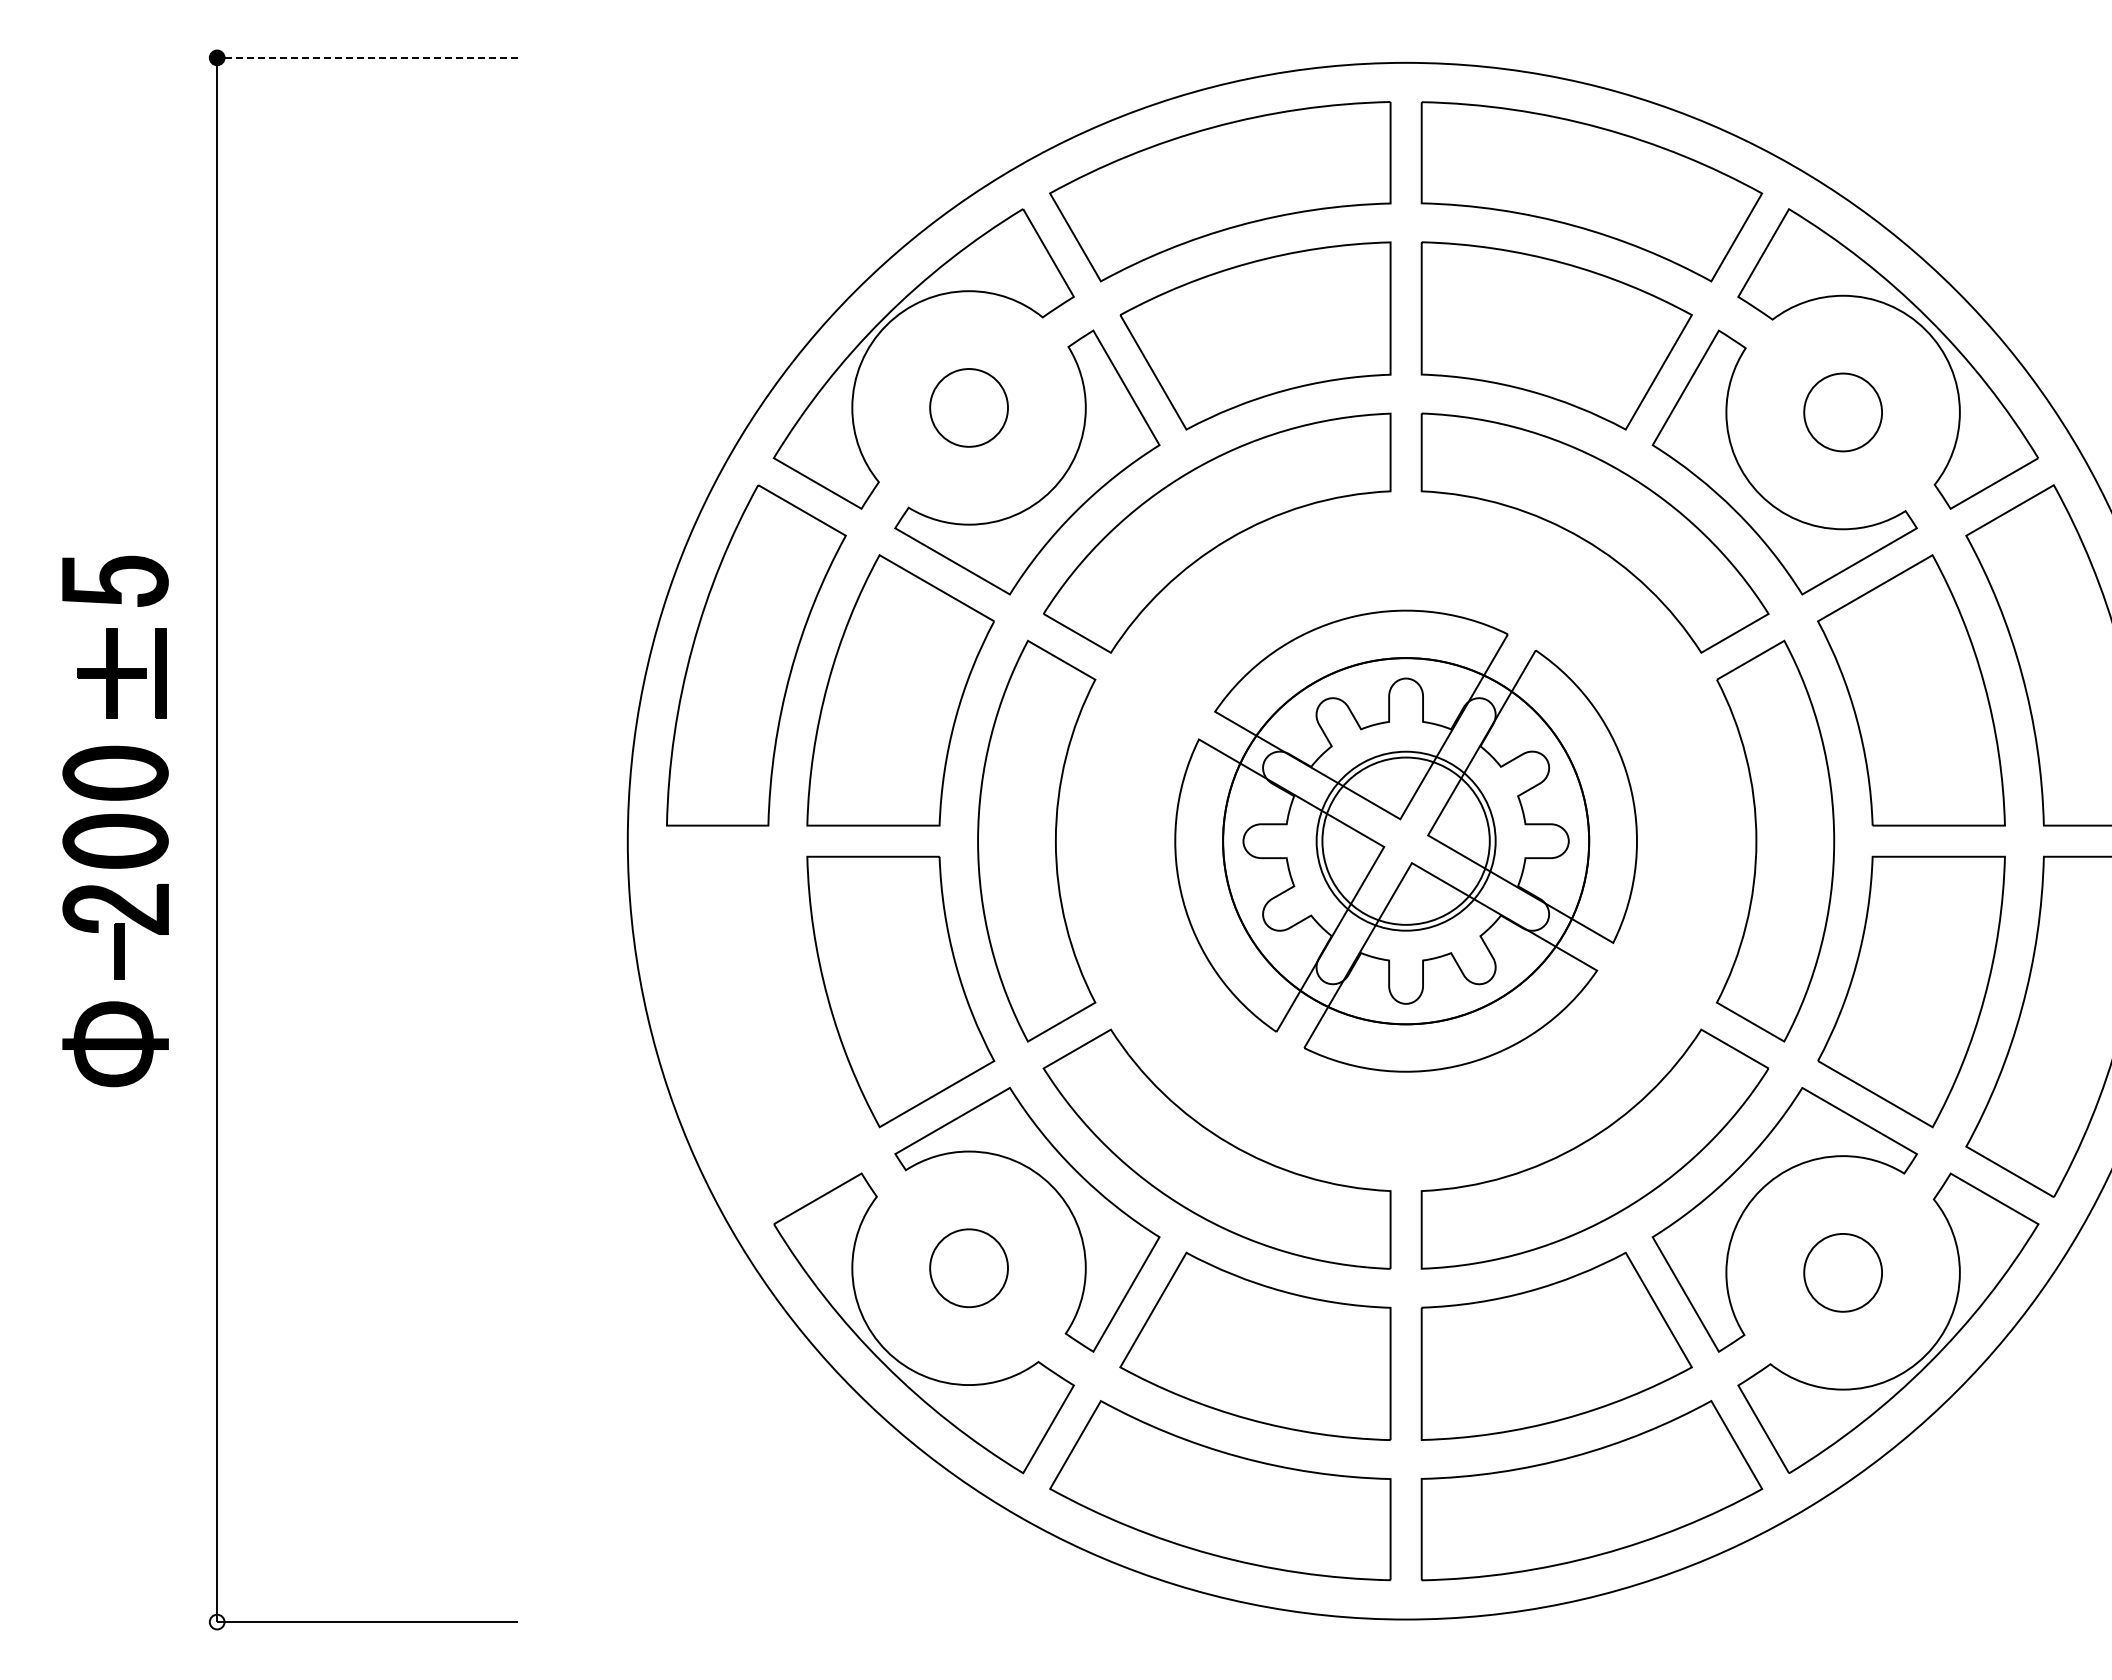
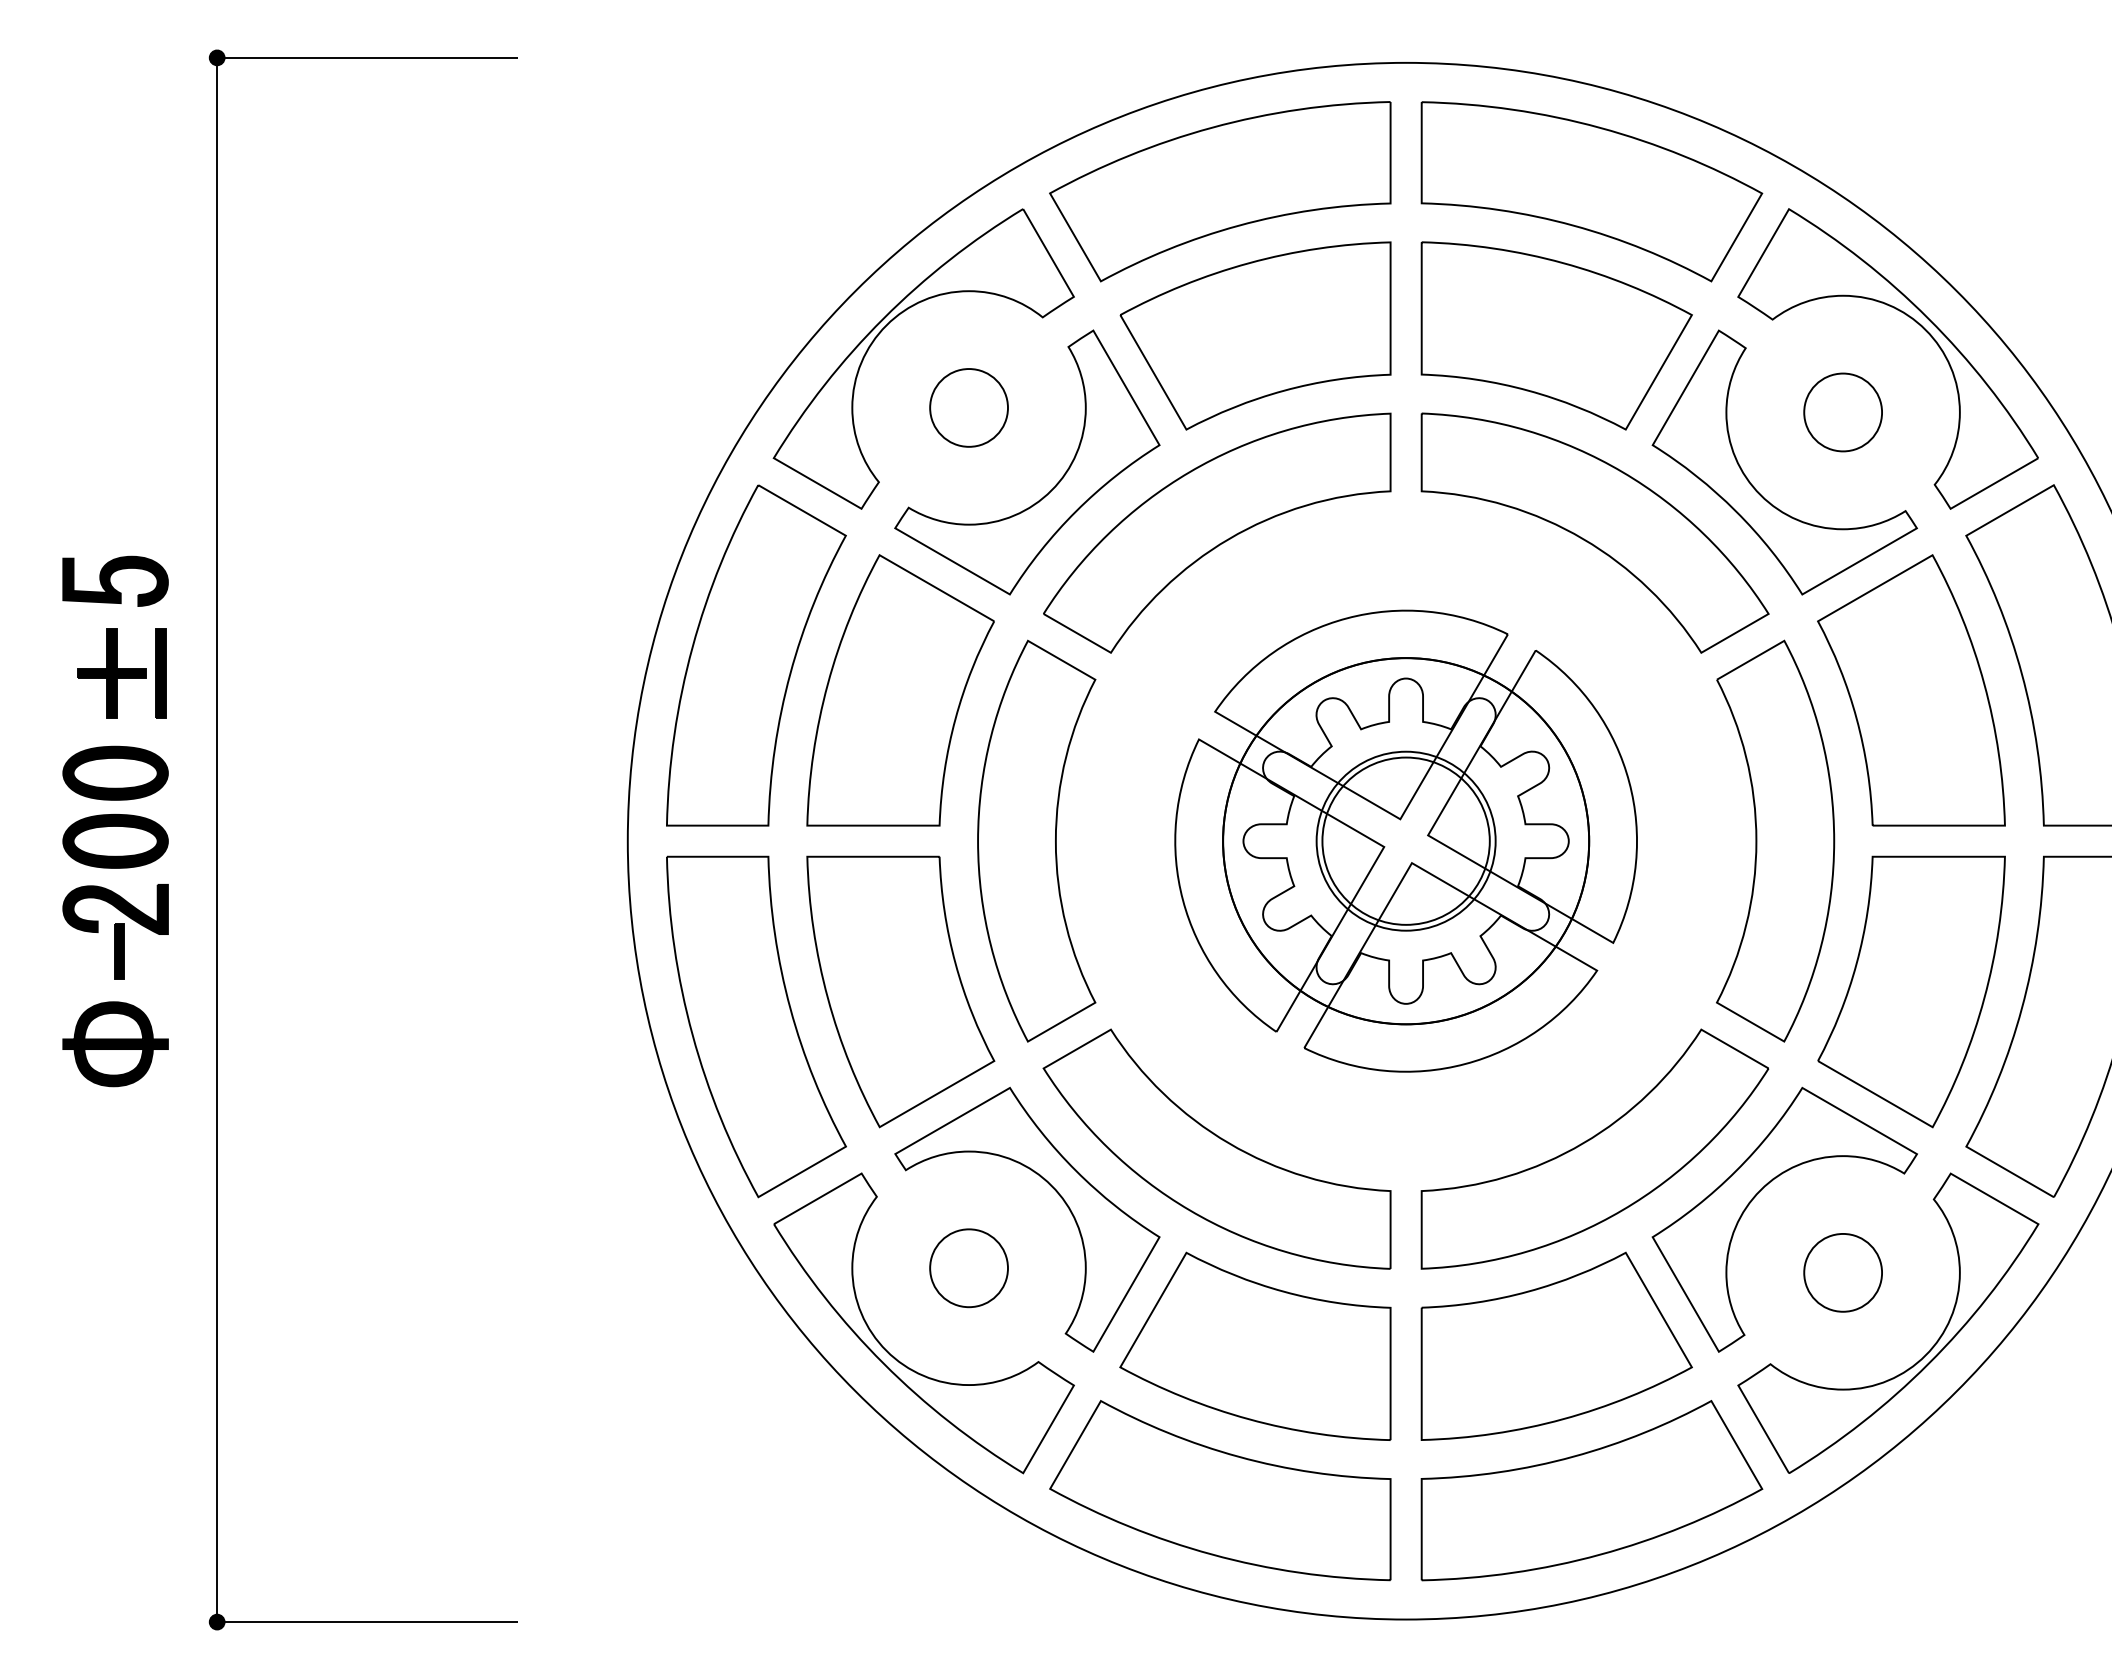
line at (367, 58): dashed -> solid
part at (756, 1026): none -> present
fill at (216, 1621): none -> present
